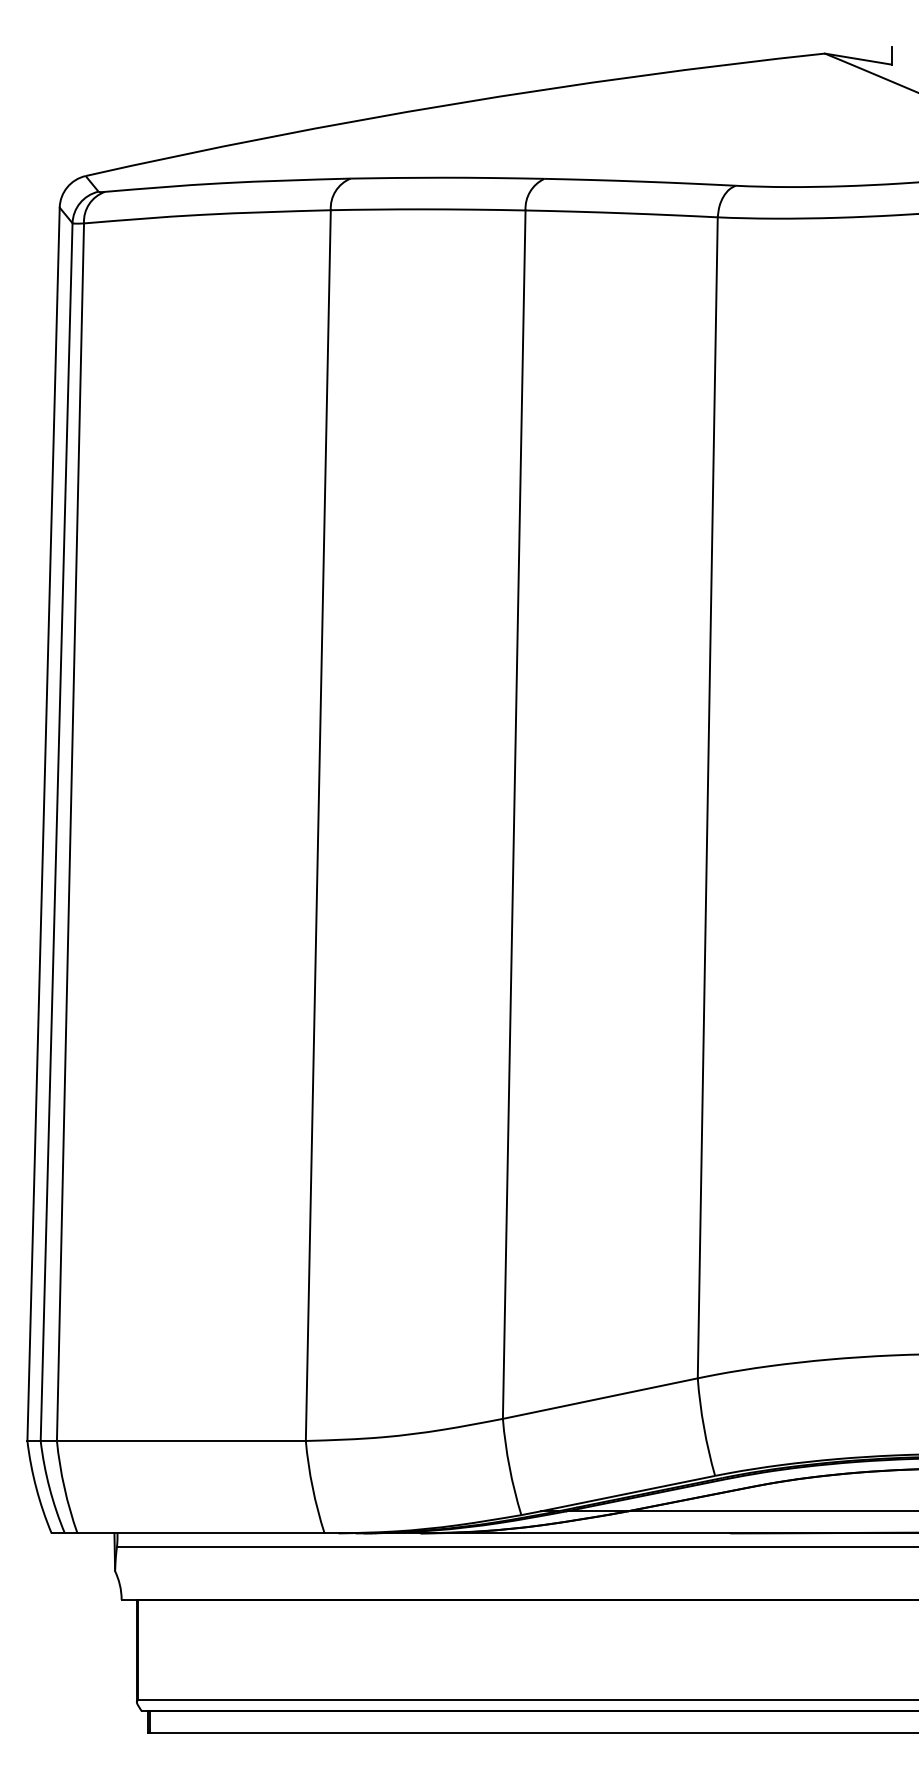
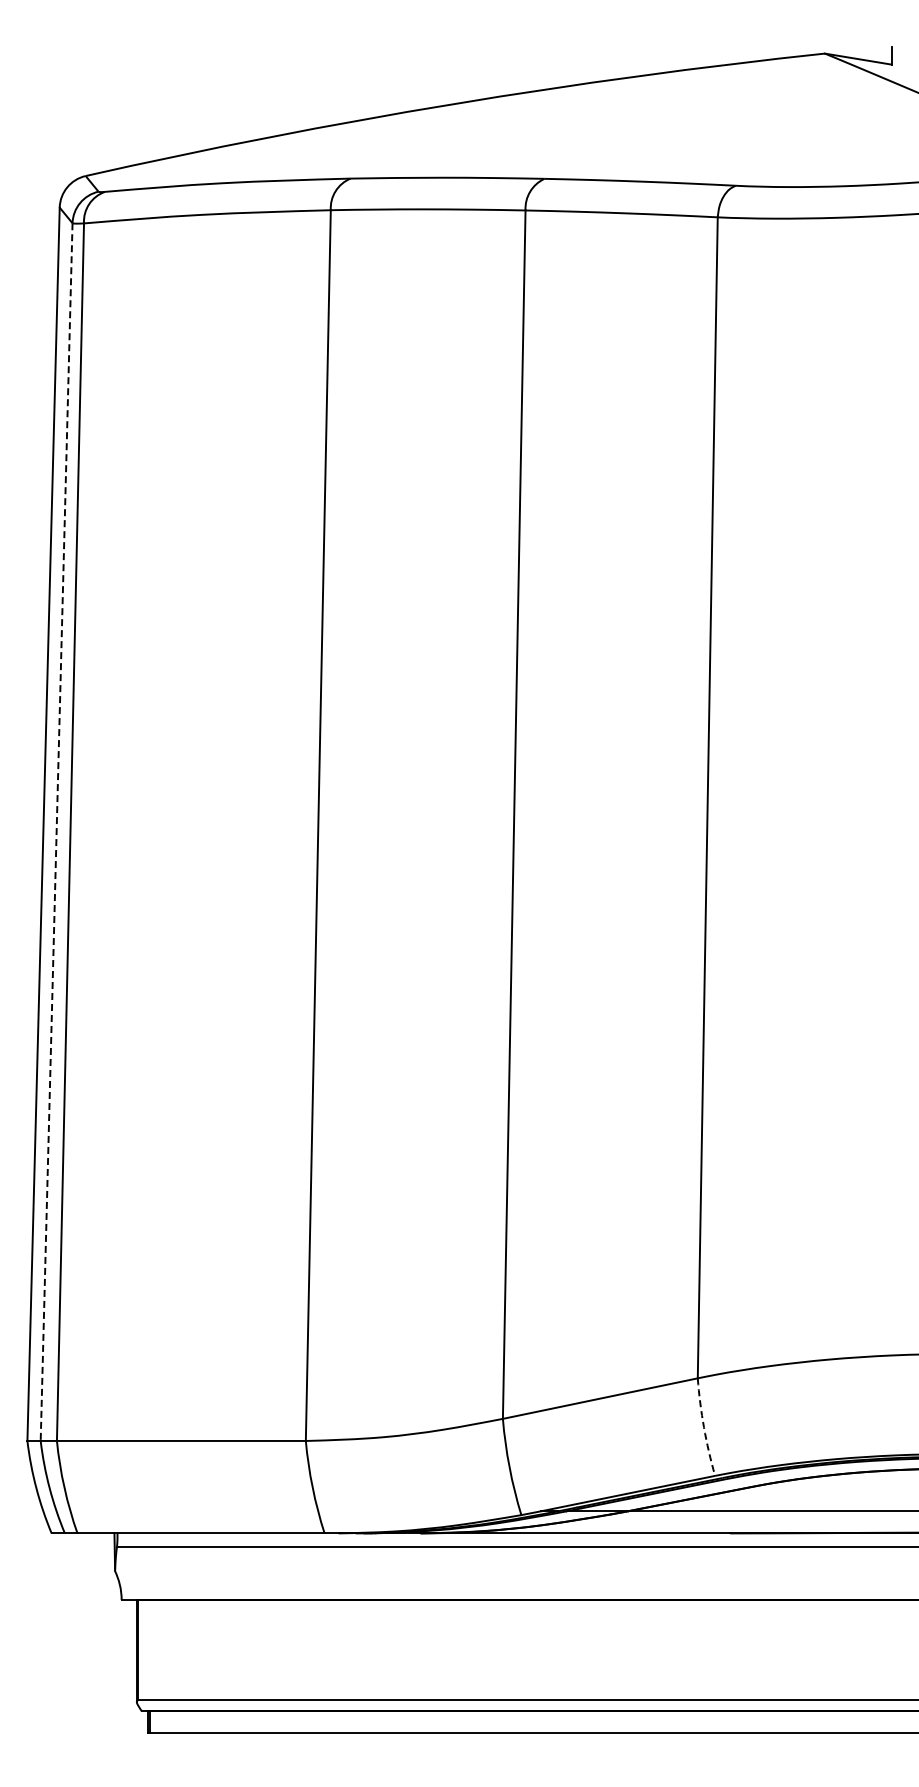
line at (56, 832): solid -> dashed
arc at (704, 1427): solid -> dashed
